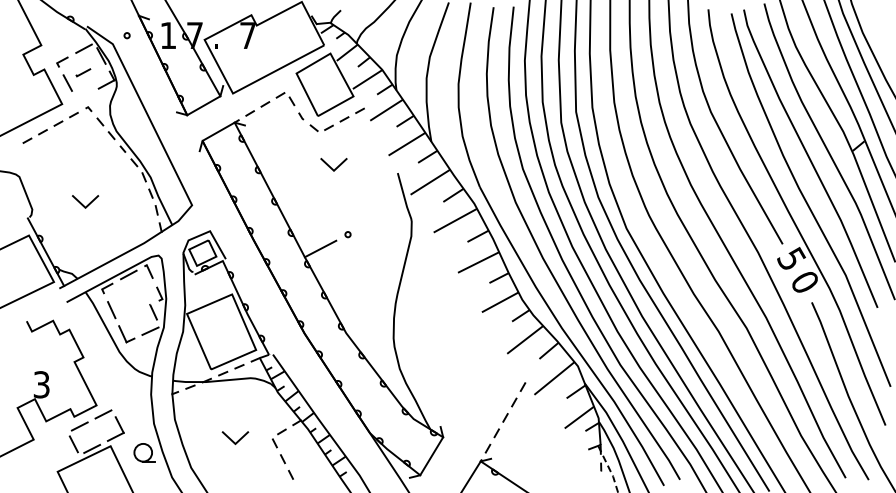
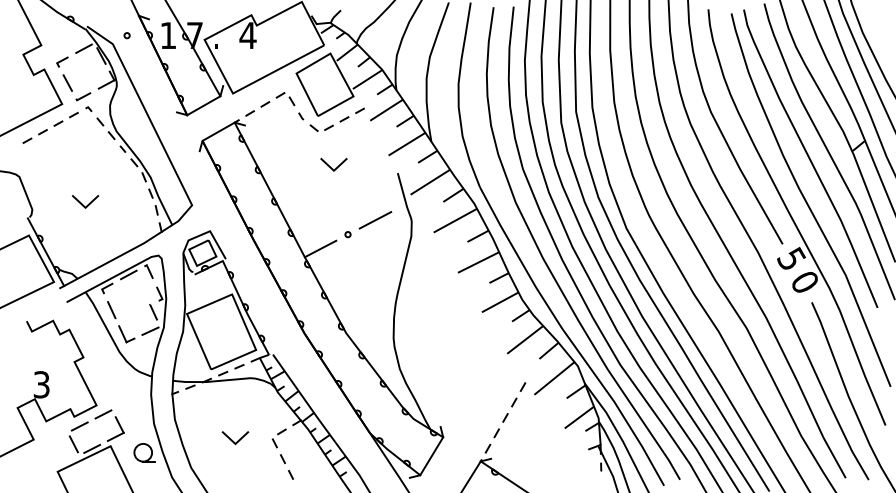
text at (247, 35): 7 -> 4
line at (83, 72) position: (83, 72) -> (83, 96)
line at (375, 220): none -> present
line at (609, 469): dashed -> solid
